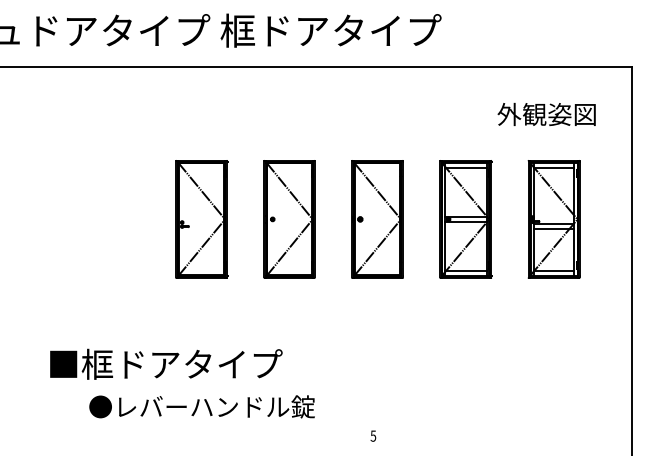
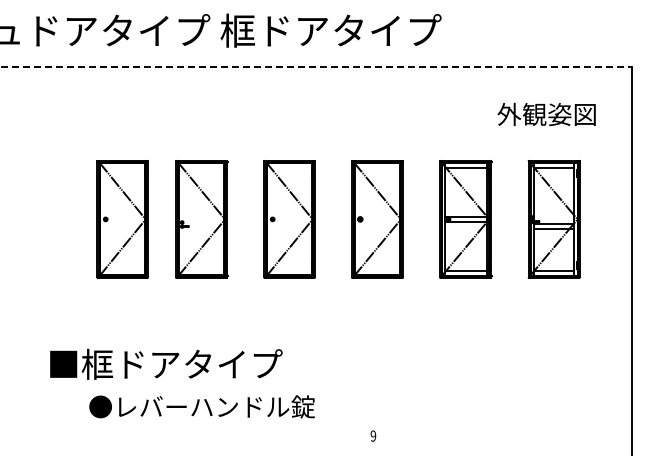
line at (316, 67): solid -> dashed
part at (122, 219): none -> present
text at (373, 435): 5 -> 9
